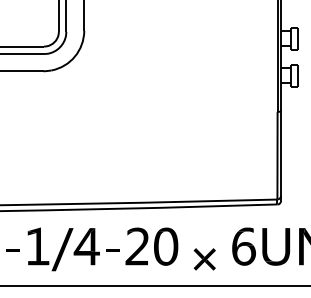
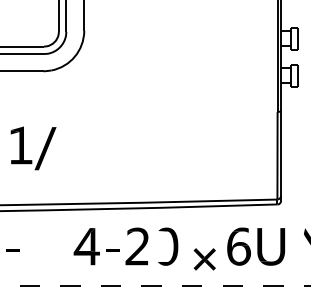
fill at (159, 246): present -> none
part at (261, 246) position: (261, 246) -> (256, 246)
fill at (302, 246): present -> none
part at (58, 253) position: (58, 253) -> (41, 152)
line at (155, 286): solid -> dashed
